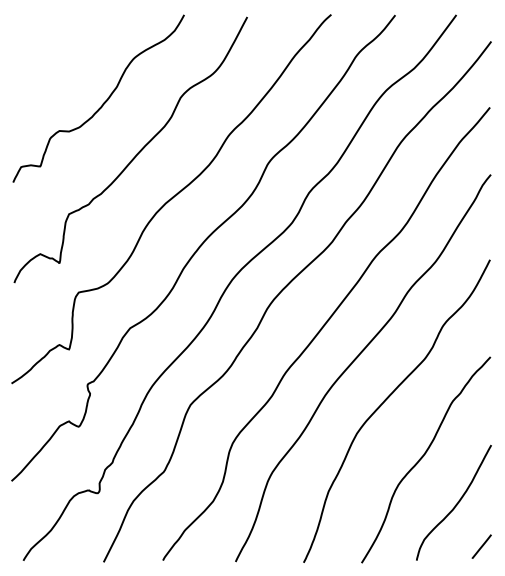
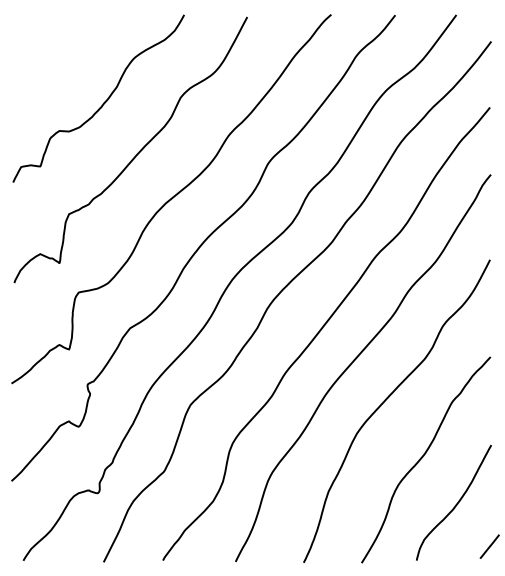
line at (481, 546) position: (481, 546) -> (489, 546)
